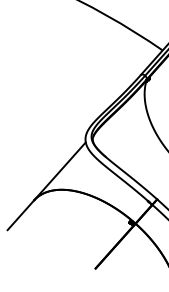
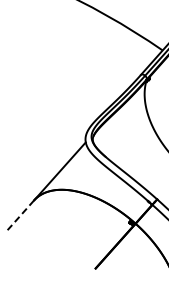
line at (20, 215): solid -> dashed
